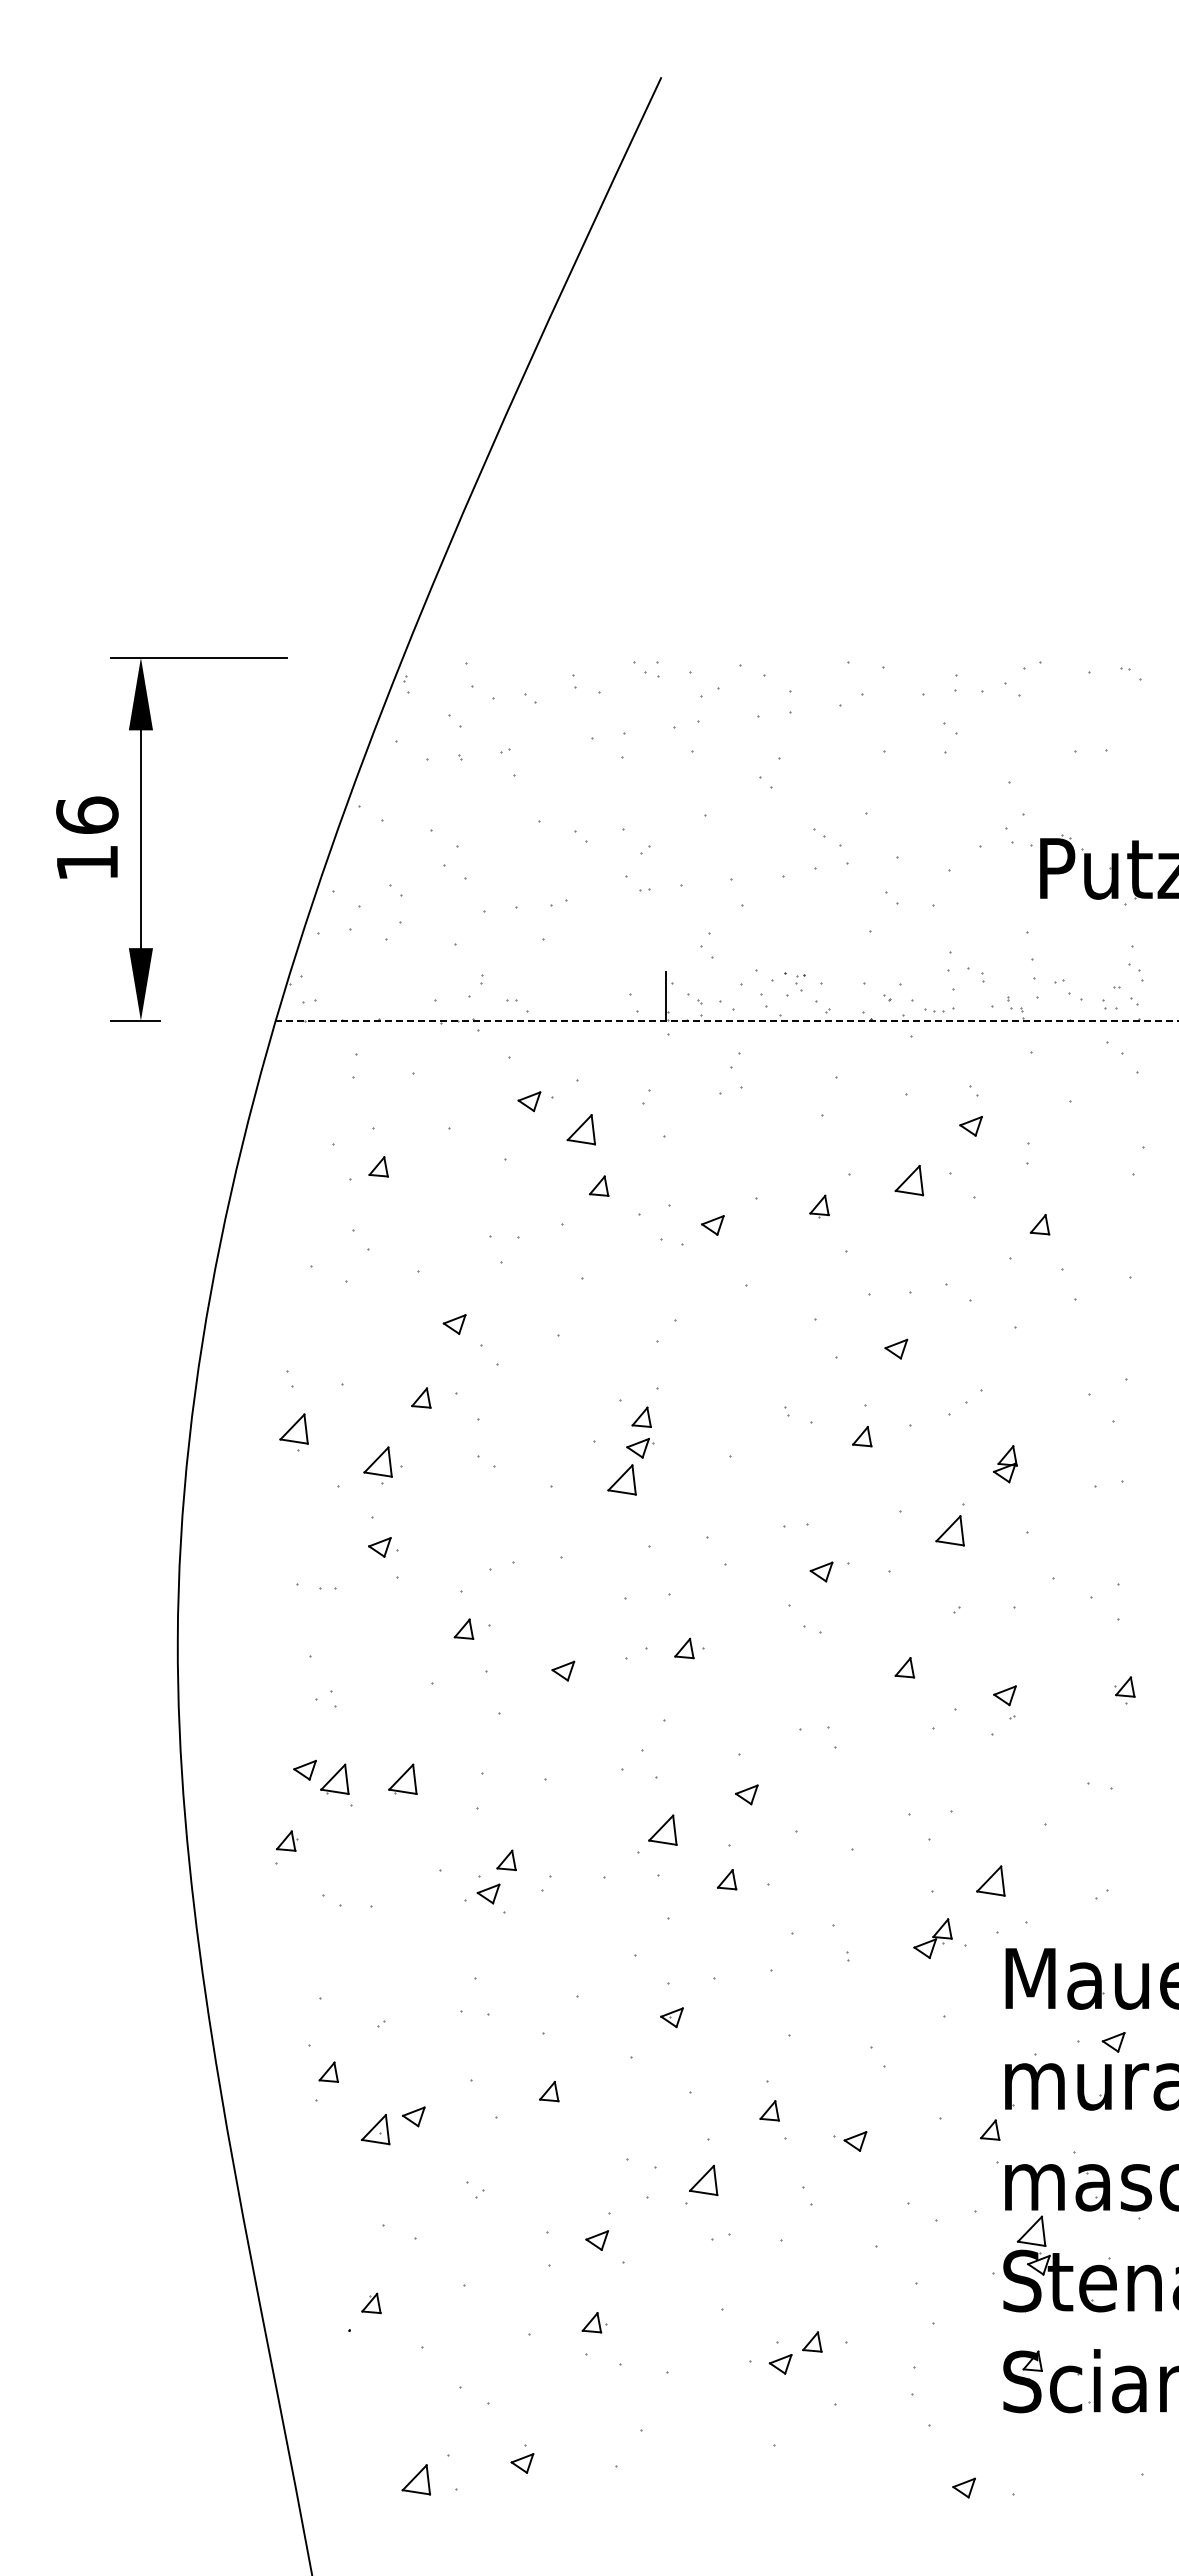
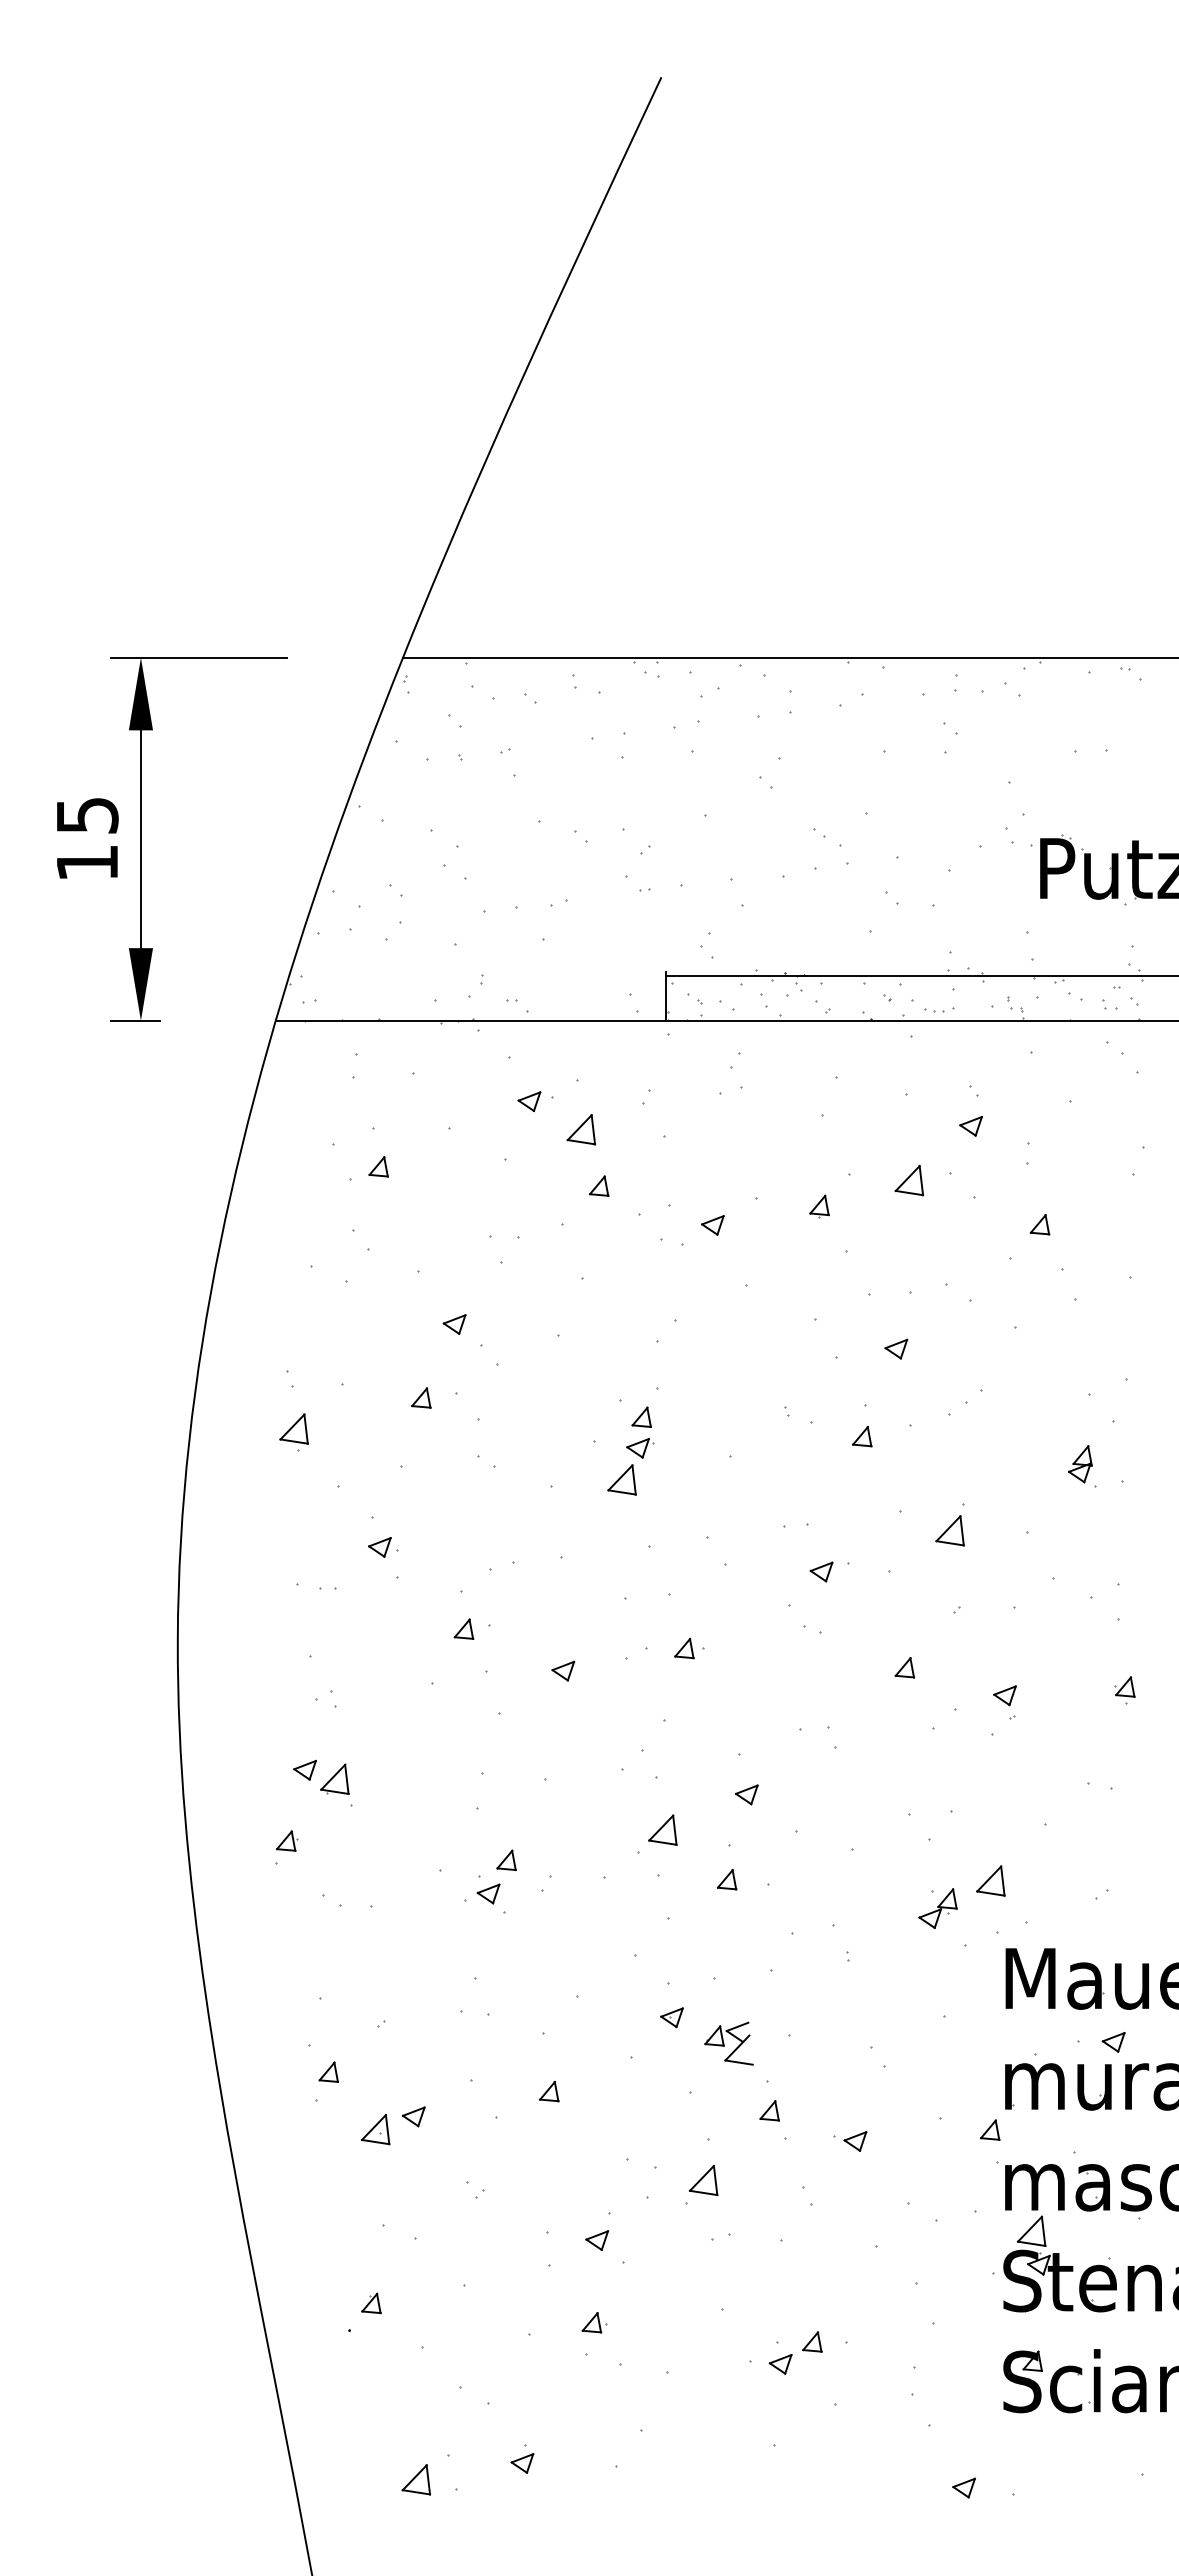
line at (788, 657): none -> present
text at (87, 814): 16 -> 15
line at (920, 975): none -> present
line at (726, 1020): dashed -> solid
part at (1005, 1464) position: (1005, 1464) -> (1080, 1464)
part at (377, 1465): present -> none
part at (402, 1778): present -> none
part at (932, 1938) position: (932, 1938) -> (937, 1908)
part at (728, 2043): none -> present
